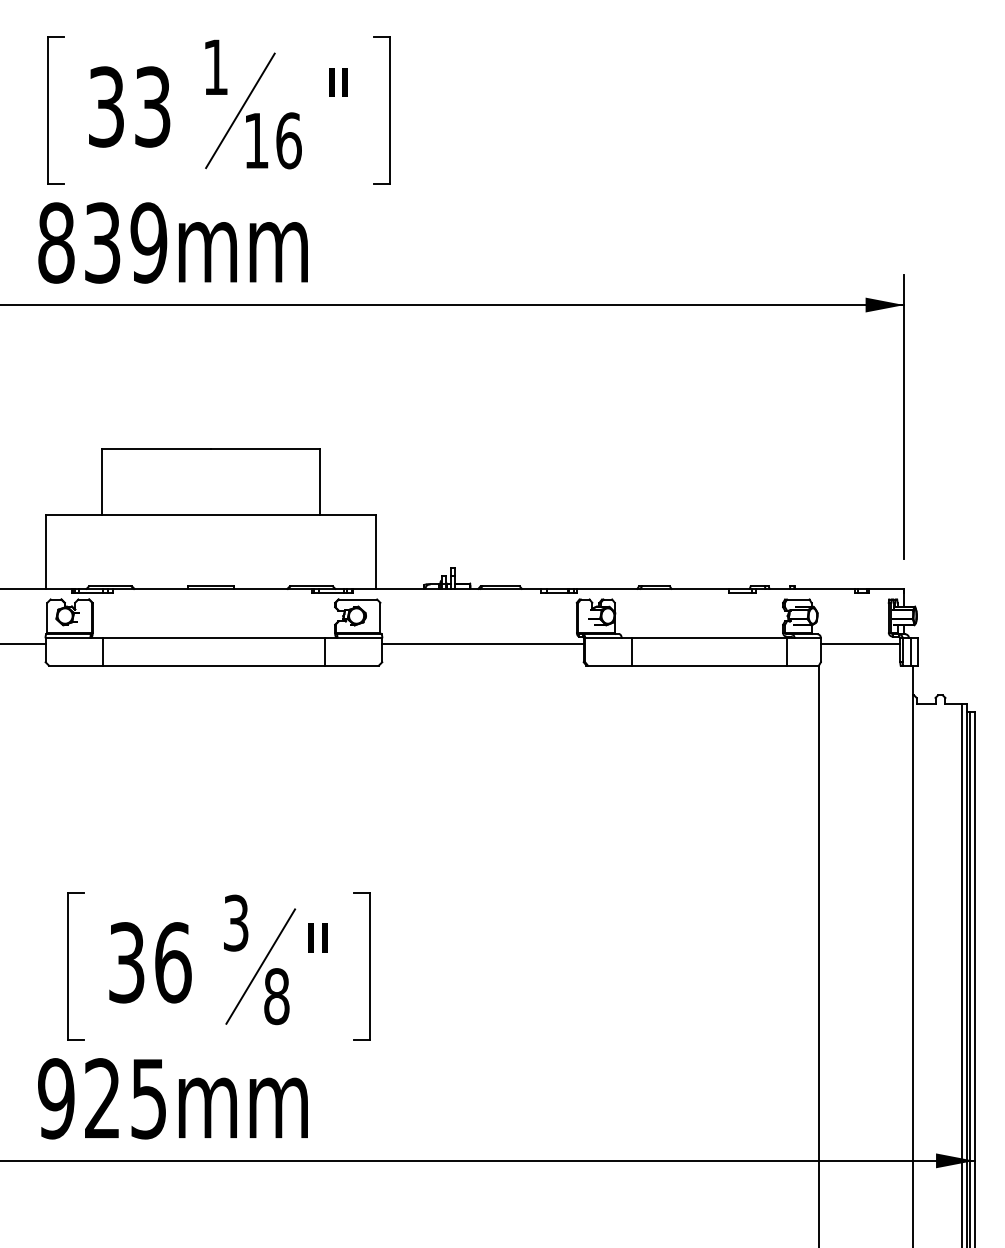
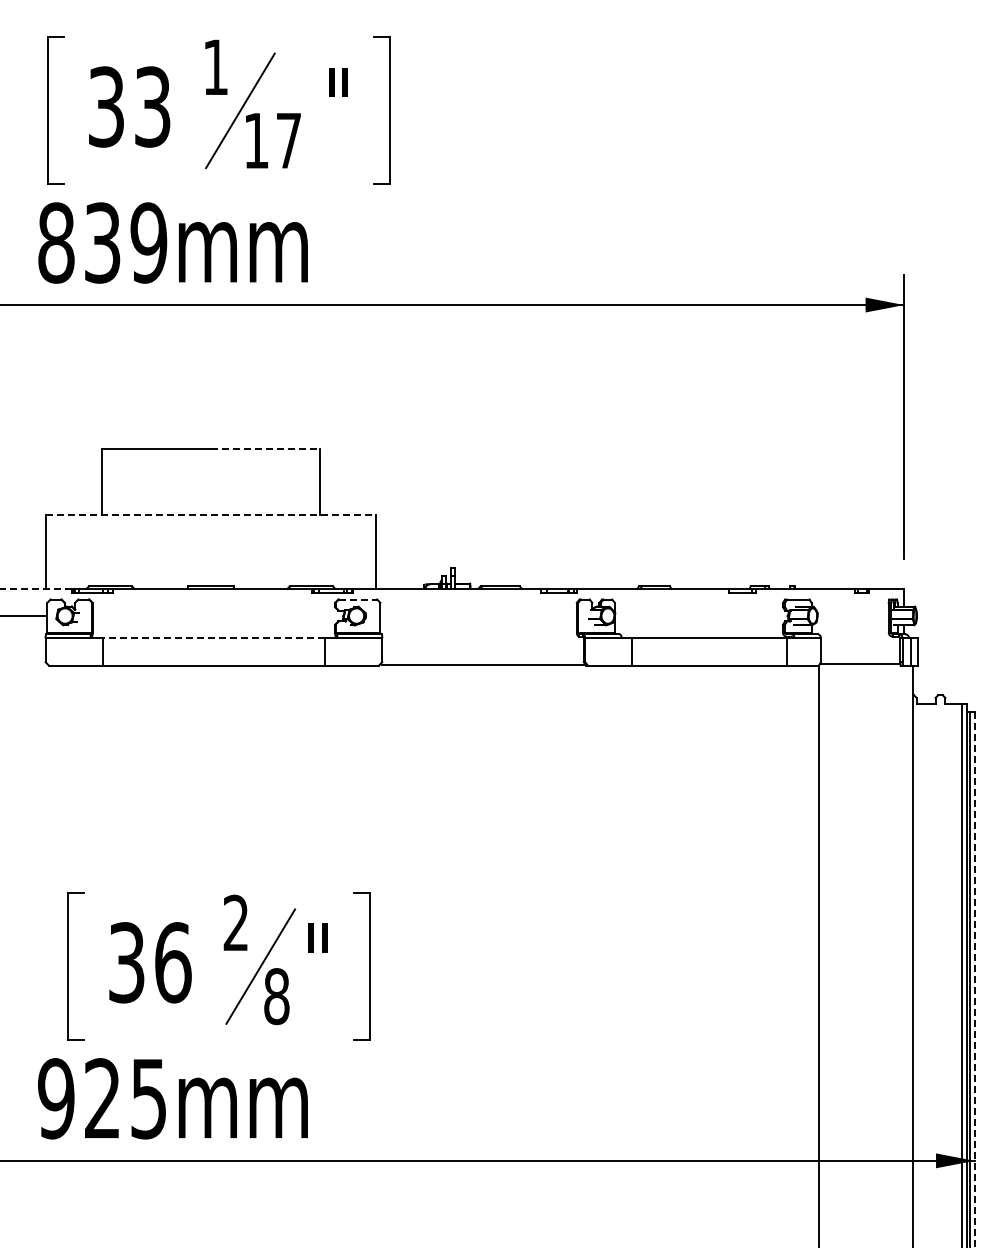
text at (288, 140): 16 -> 17
line at (265, 449): solid -> dashed
line at (211, 514): solid -> dashed
line at (35, 588): solid -> dashed
line at (358, 599): solid -> dashed
line at (213, 638): solid -> dashed
line at (23, 644) position: (23, 644) -> (23, 616)
line at (482, 644) position: (482, 644) -> (482, 665)
line at (860, 644) position: (860, 644) -> (860, 664)
text at (235, 922): 3 -> 2
line at (974, 979): solid -> dashed
